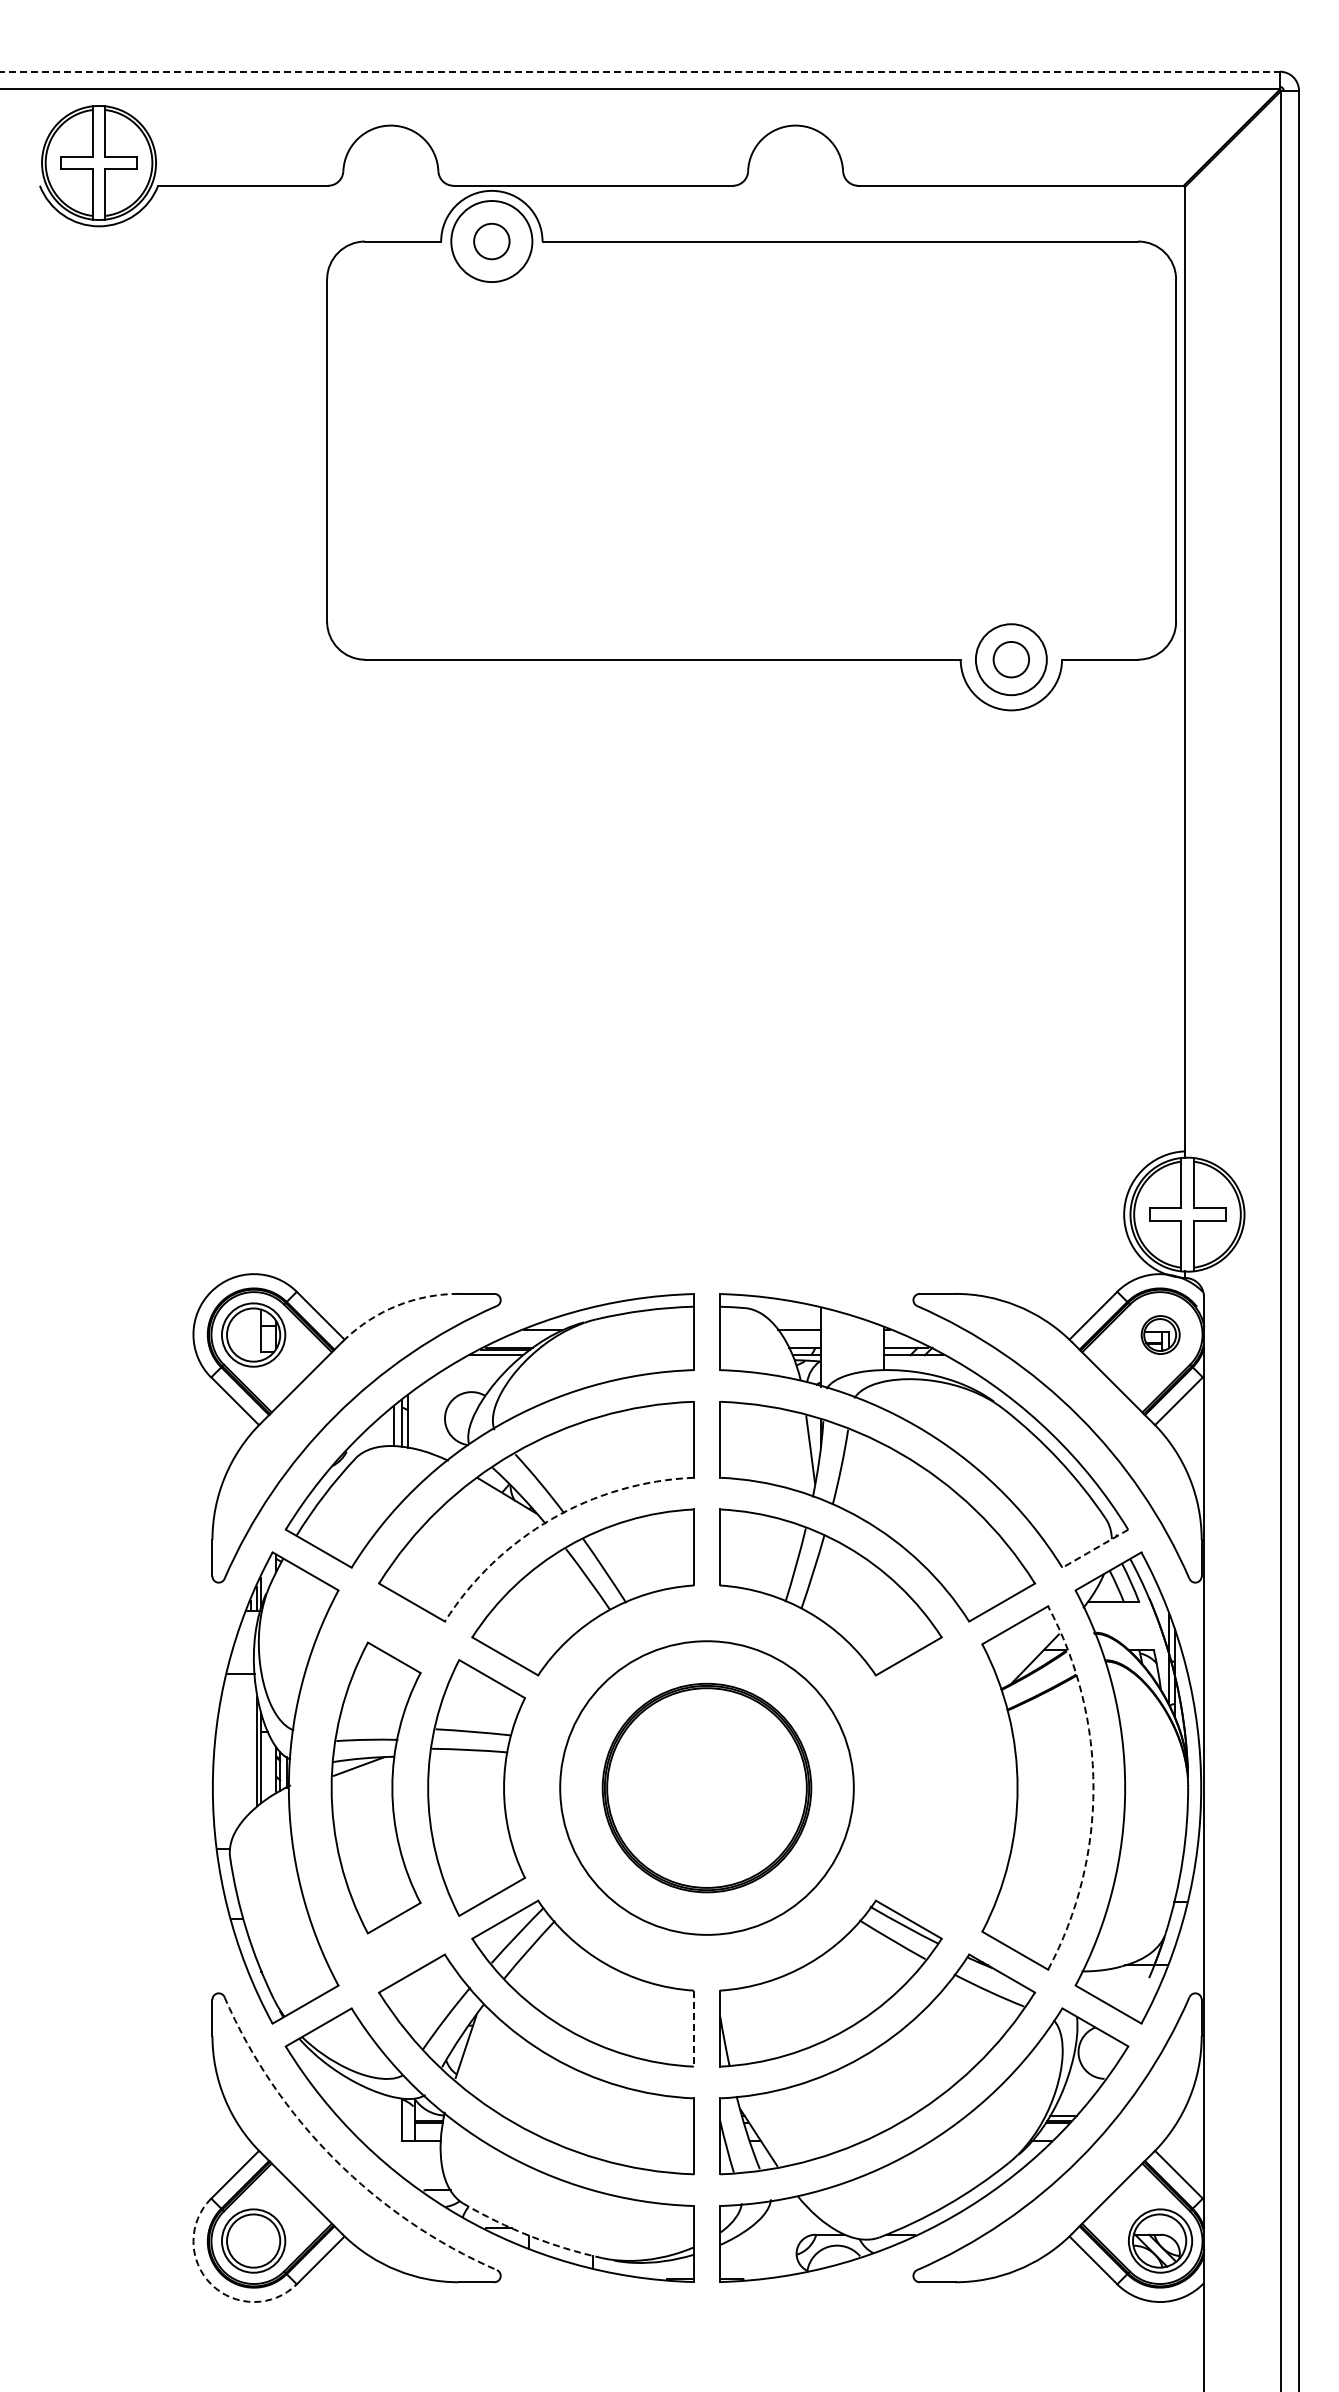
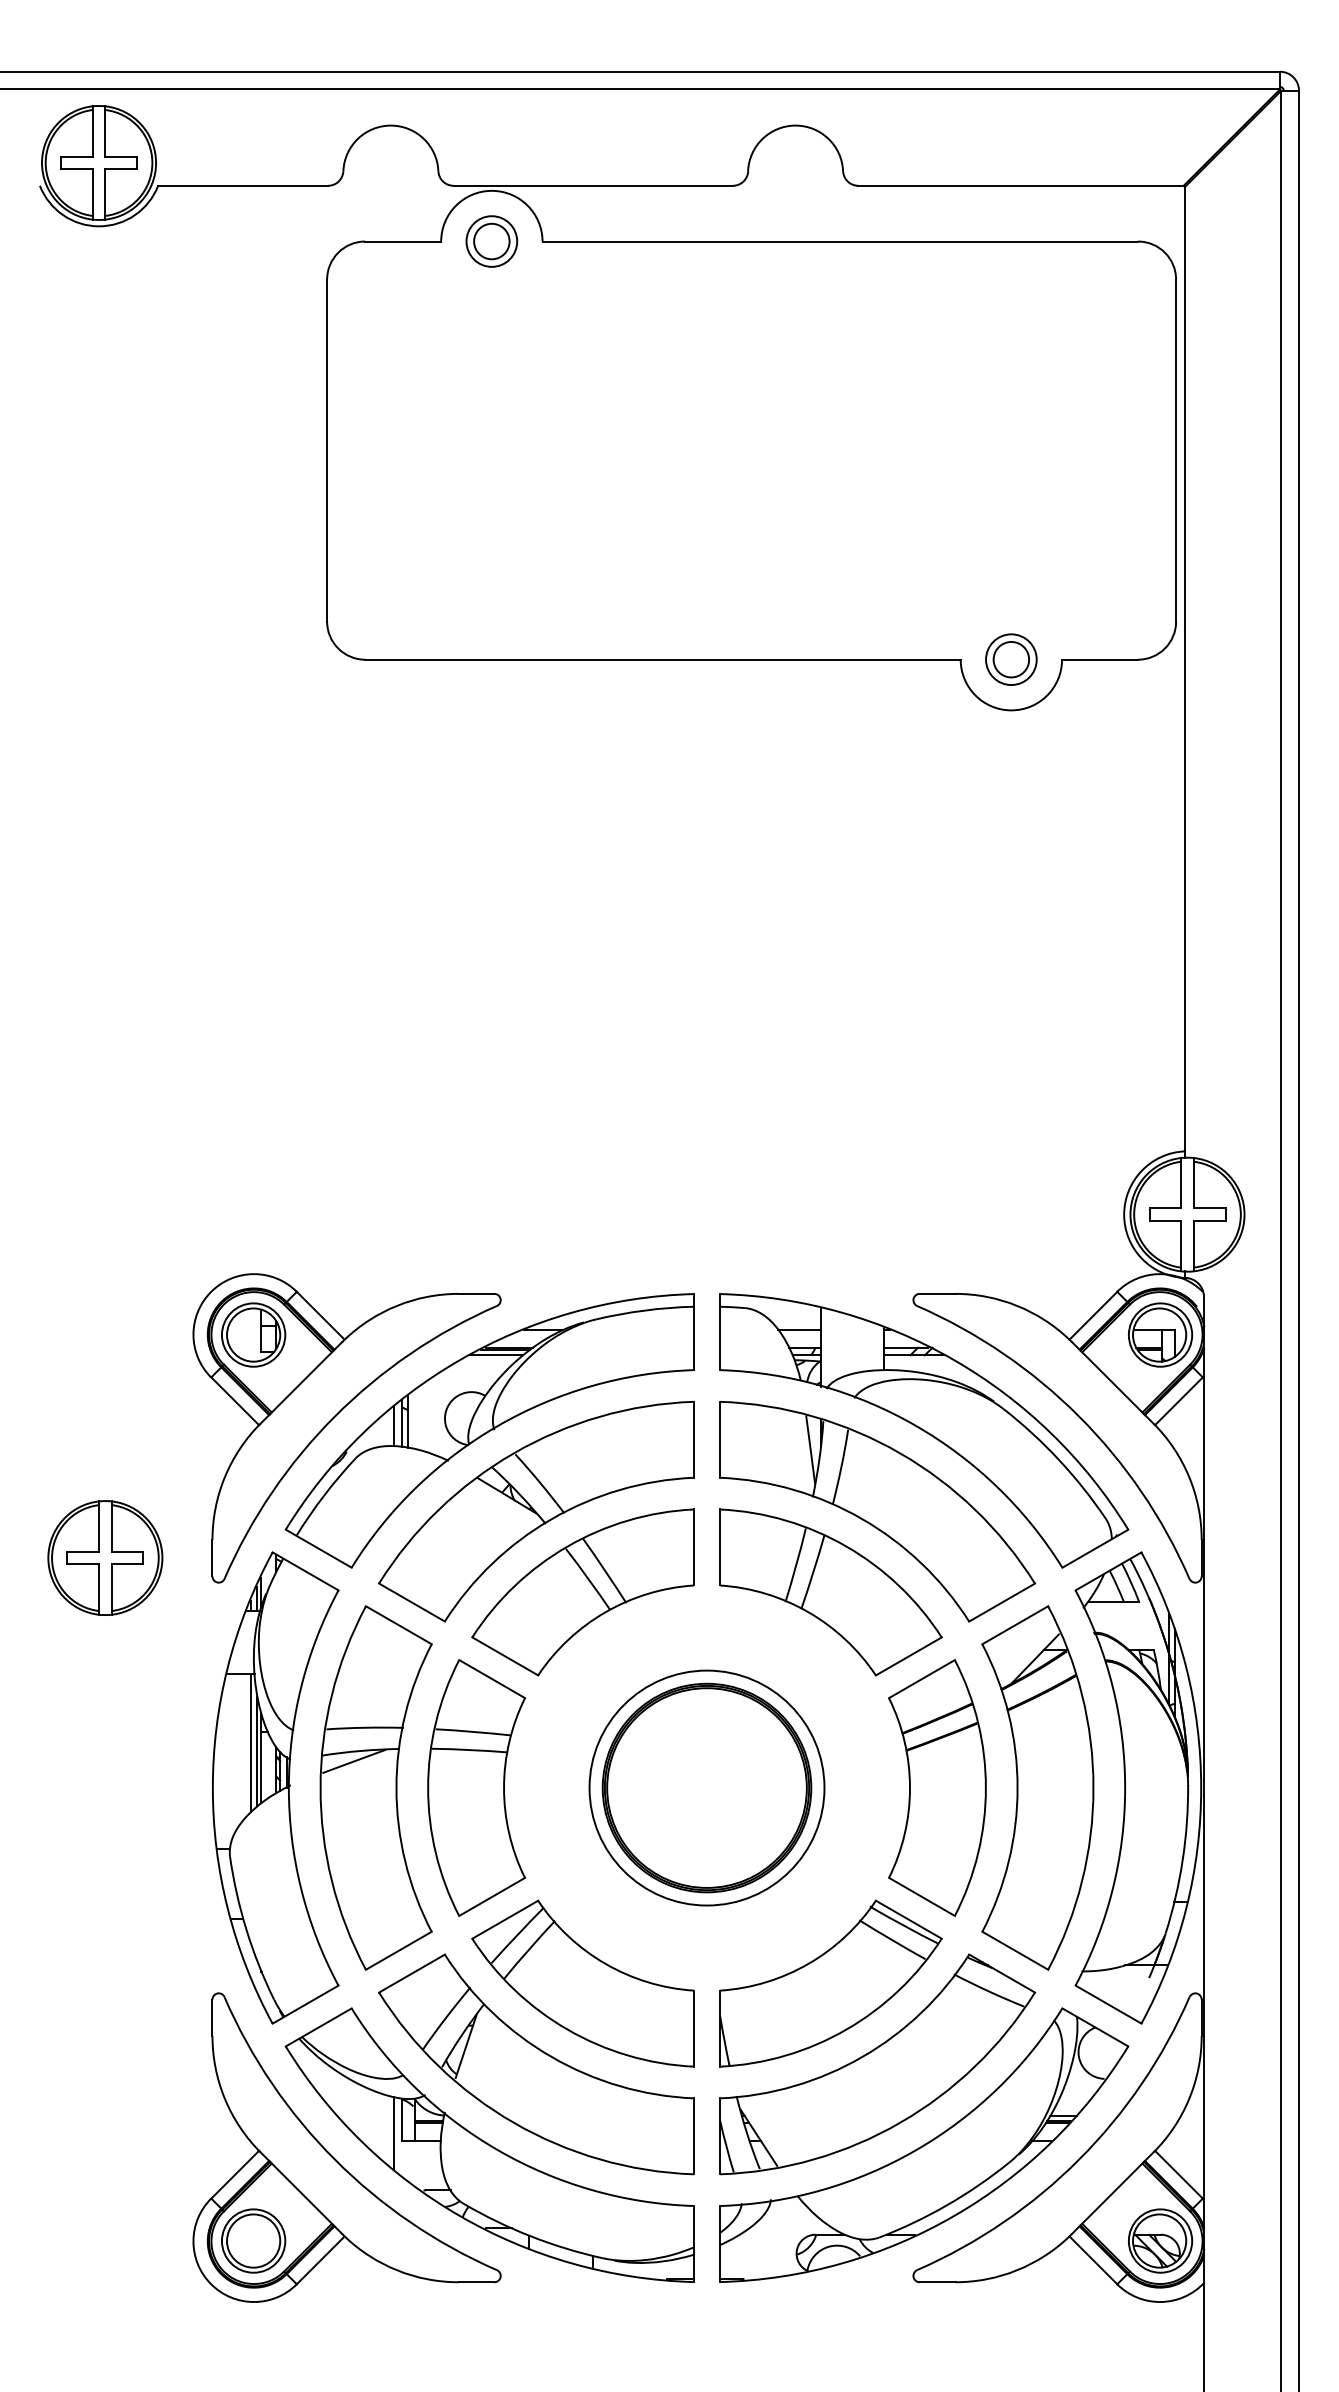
line at (640, 71): dashed -> solid
circle at (491, 241) diameter: 81 px -> 51 px
circle at (1010, 659) diameter: 71 px -> 51 px
arc at (397, 1305): dashed -> solid
part at (1160, 1334) size: 41x40 px -> 66x66 px
arc at (551, 1519): dashed -> solid
line at (1094, 1548): dashed -> solid
part at (105, 1557): none -> present
line at (251, 1743): none -> present
part at (375, 1787) size: 92x294 px -> 114x366 px
circle at (706, 1787) diameter: 294 px -> 235 px
part at (937, 1787): none -> present
arc at (1093, 1788): dashed -> solid
line at (693, 2029): dashed -> solid
line at (394, 2133): none -> present
arc at (334, 2159): dashed -> solid
arc at (530, 2236): dashed -> solid
arc at (211, 2284): dashed -> solid
